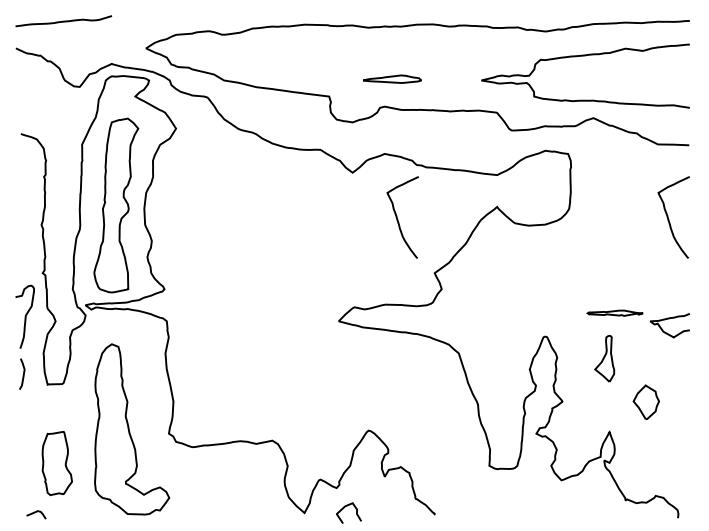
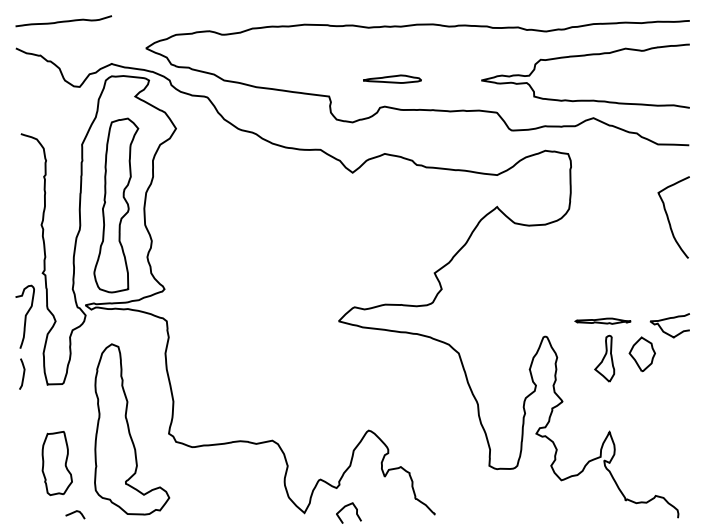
curve at (398, 219): present -> none
part at (614, 312) position: (614, 312) -> (602, 320)
part at (645, 402) position: (645, 402) -> (641, 354)
curve at (35, 513) position: (35, 513) -> (74, 513)
